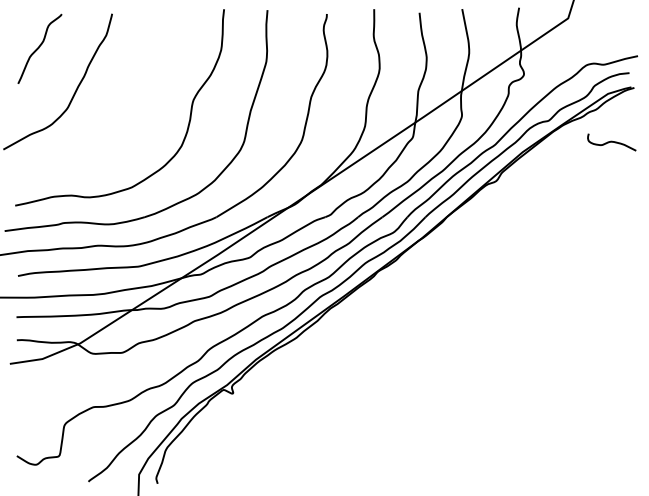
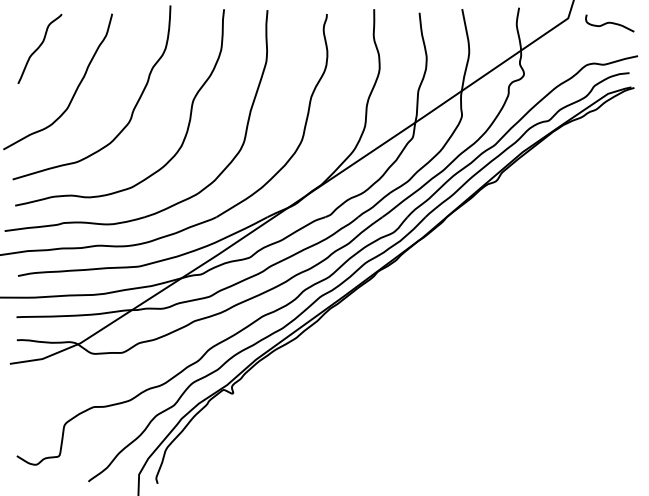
curve at (131, 112): none -> present
curve at (611, 142) position: (611, 142) -> (609, 23)
